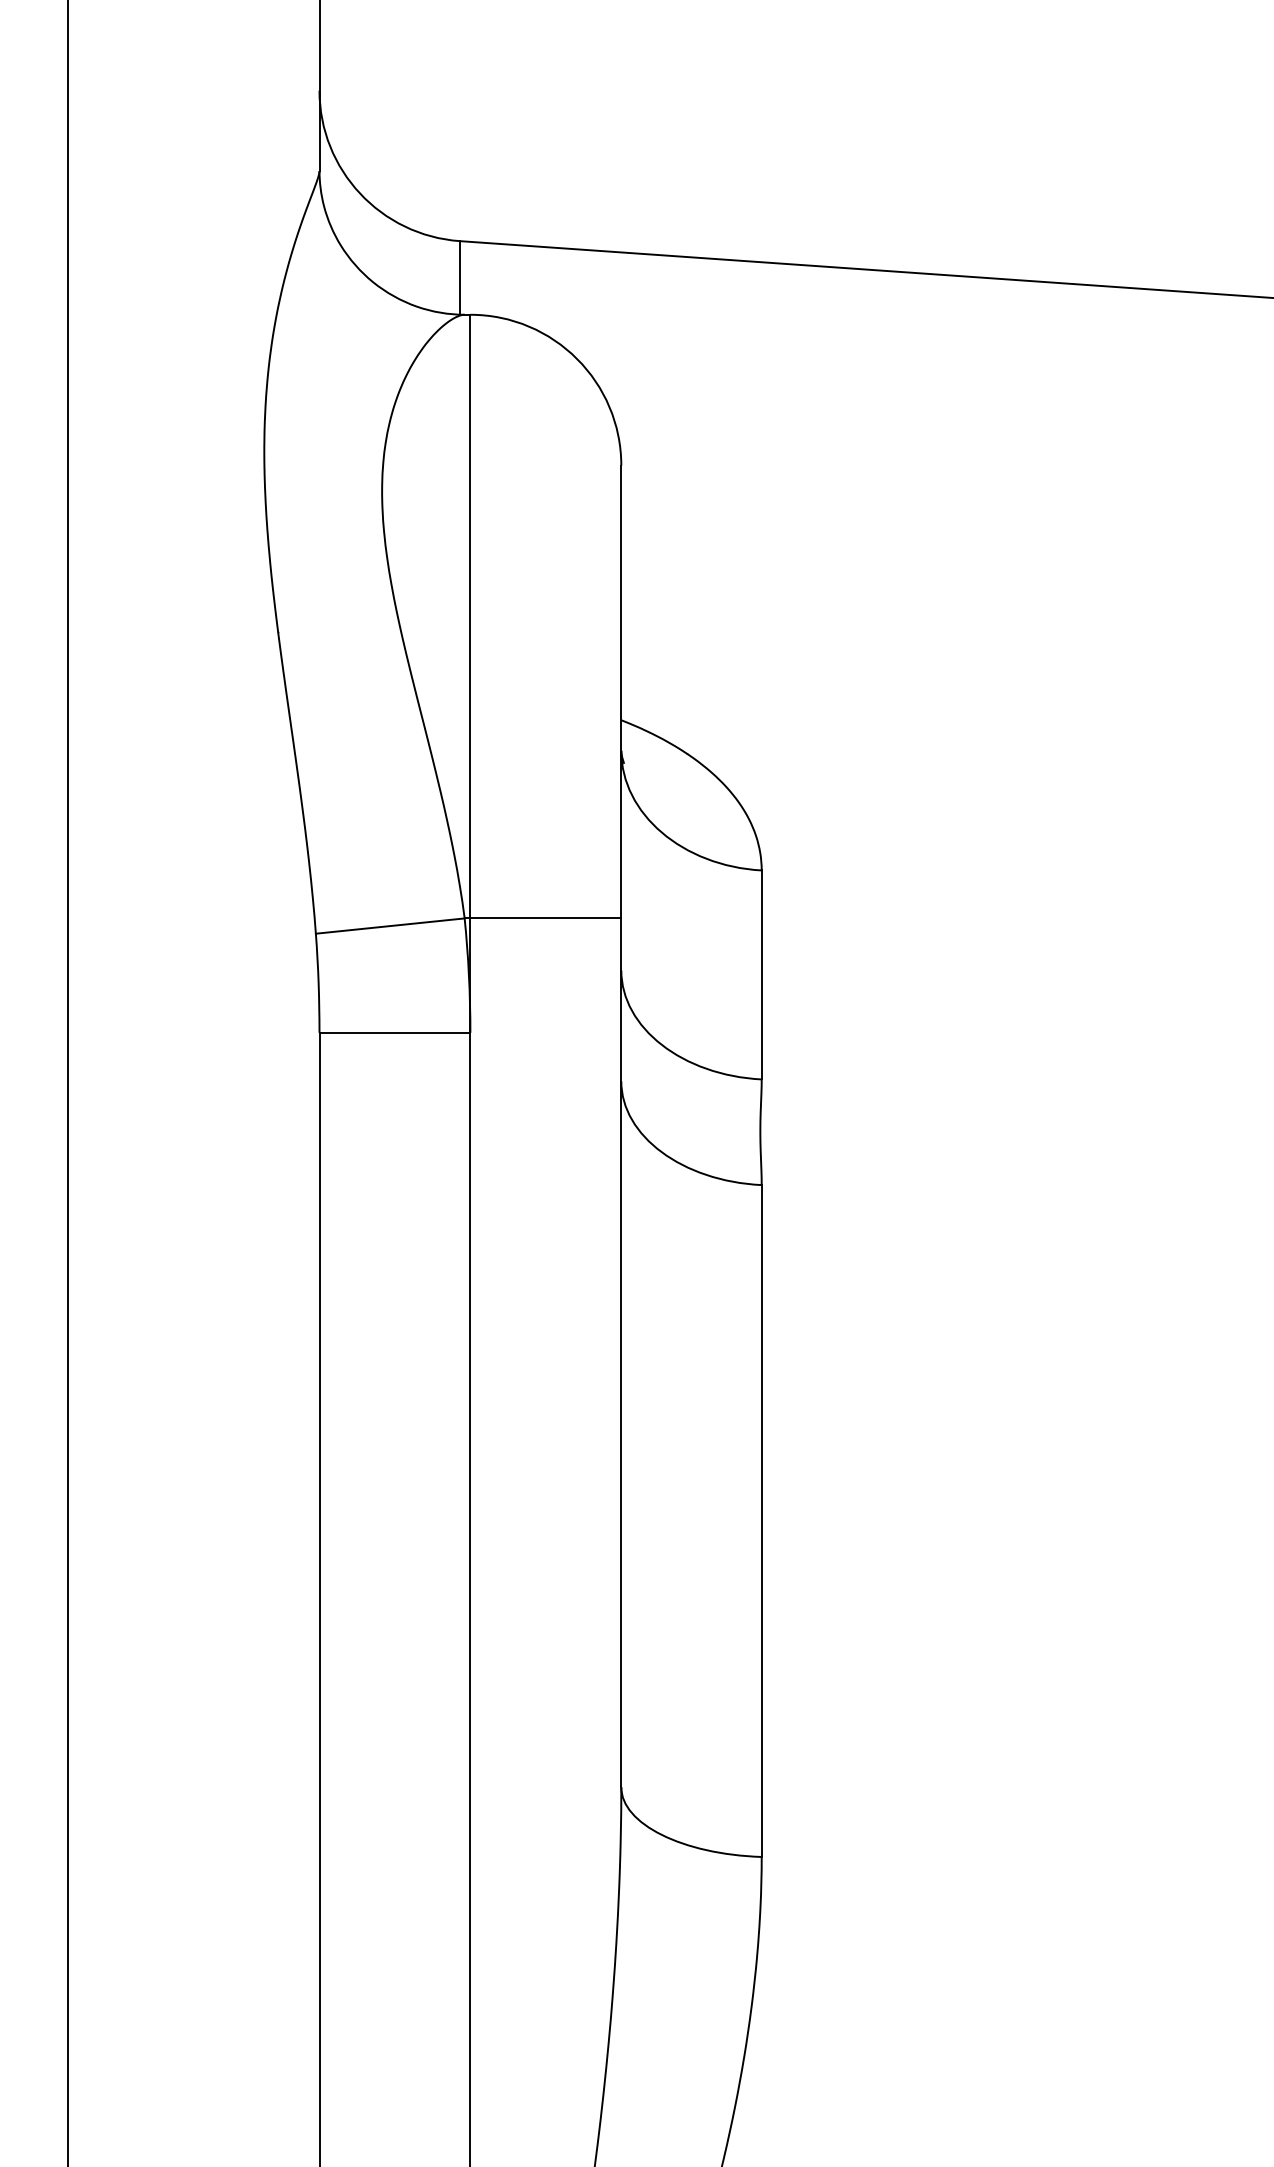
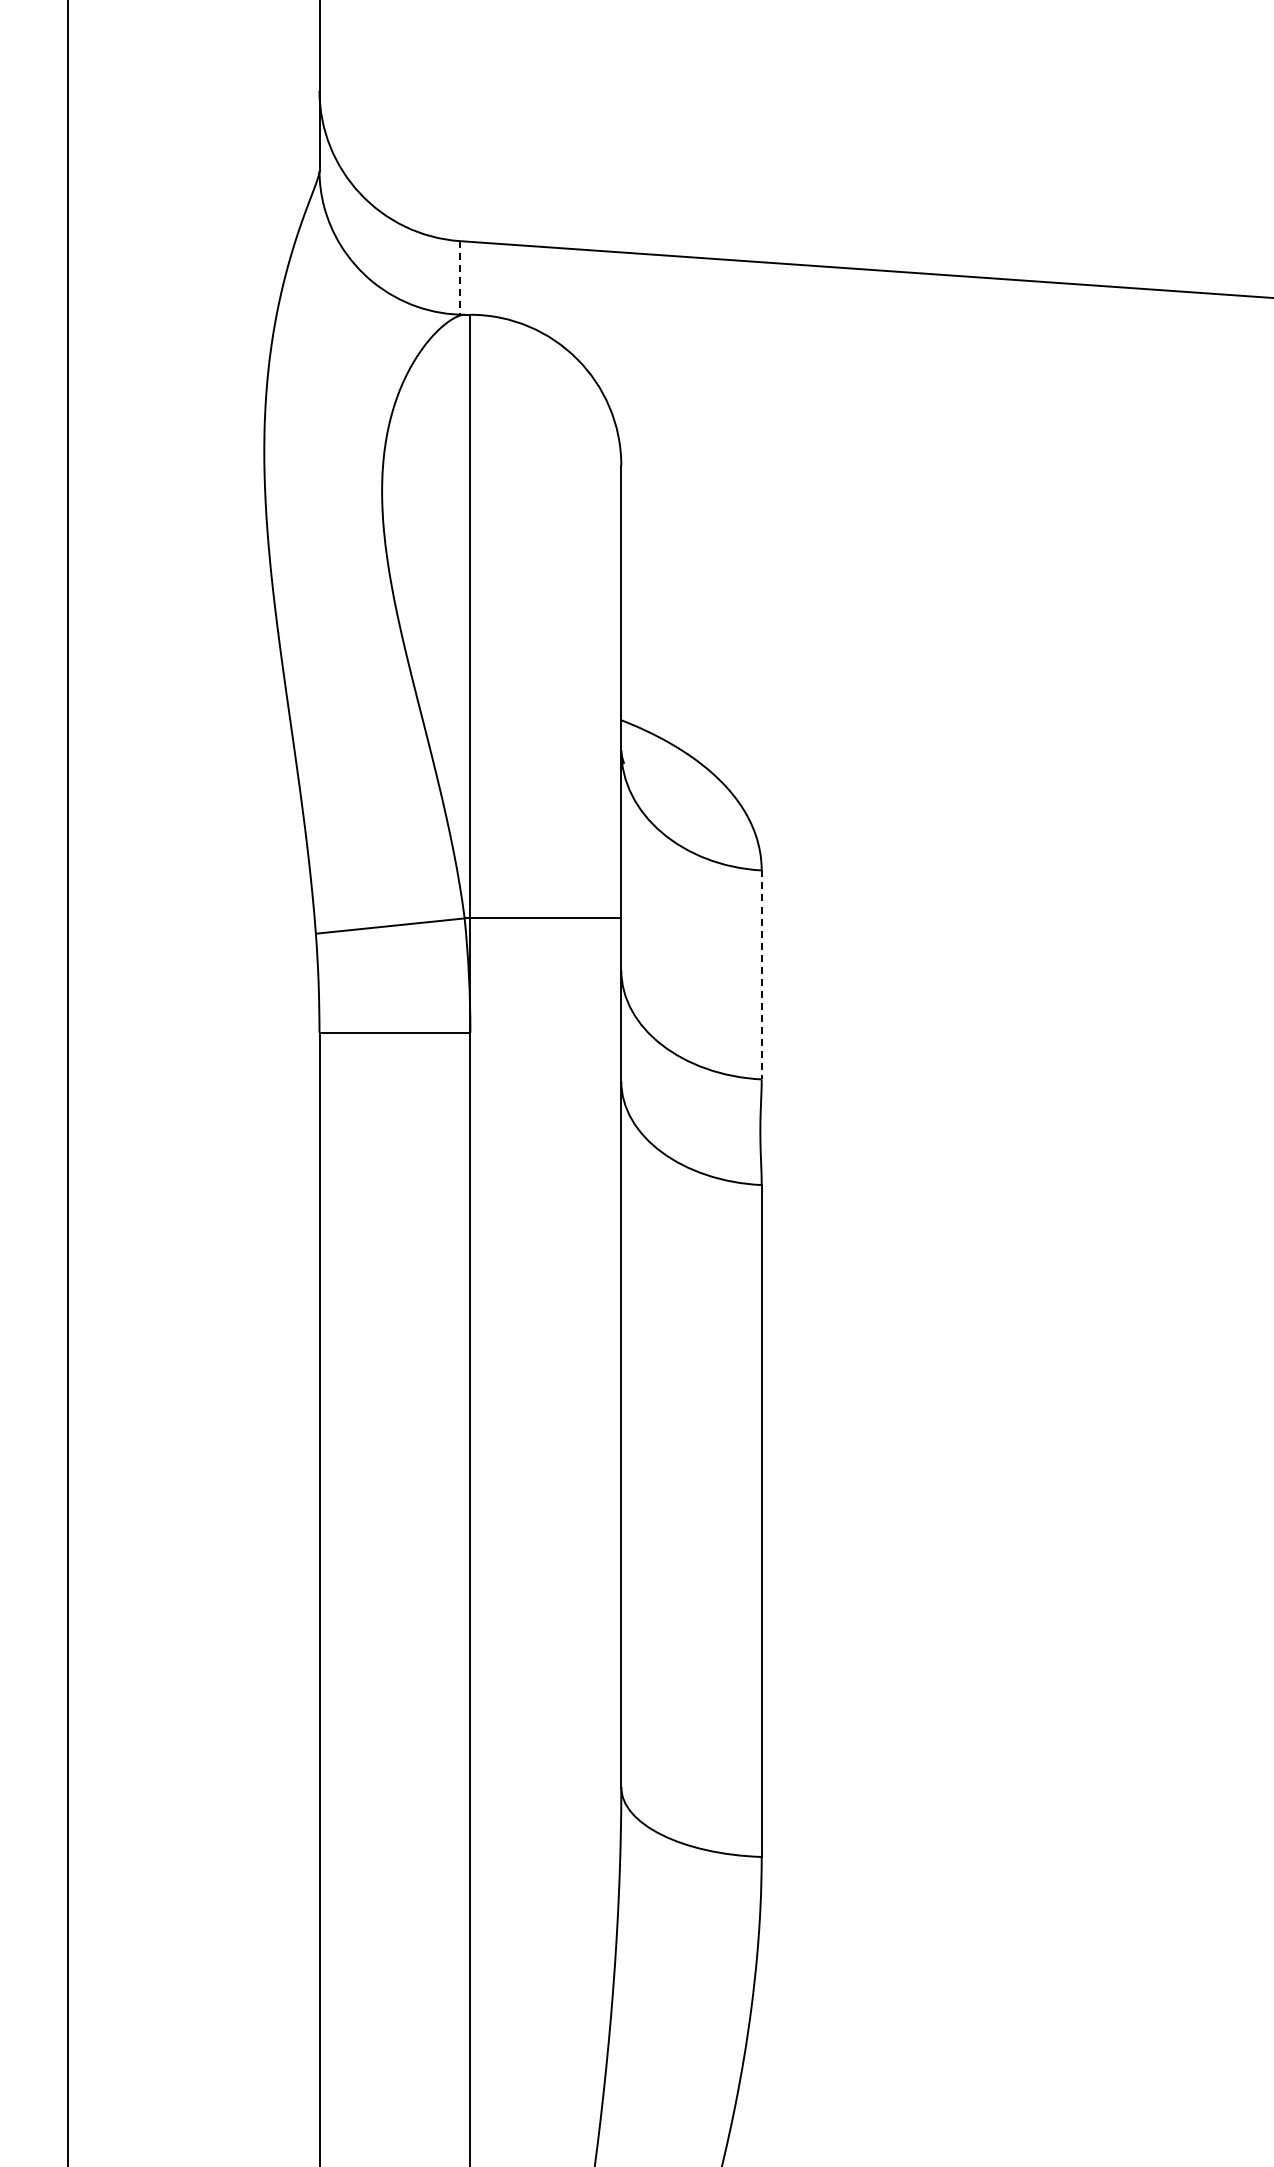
line at (459, 277): solid -> dashed
line at (761, 974): solid -> dashed
